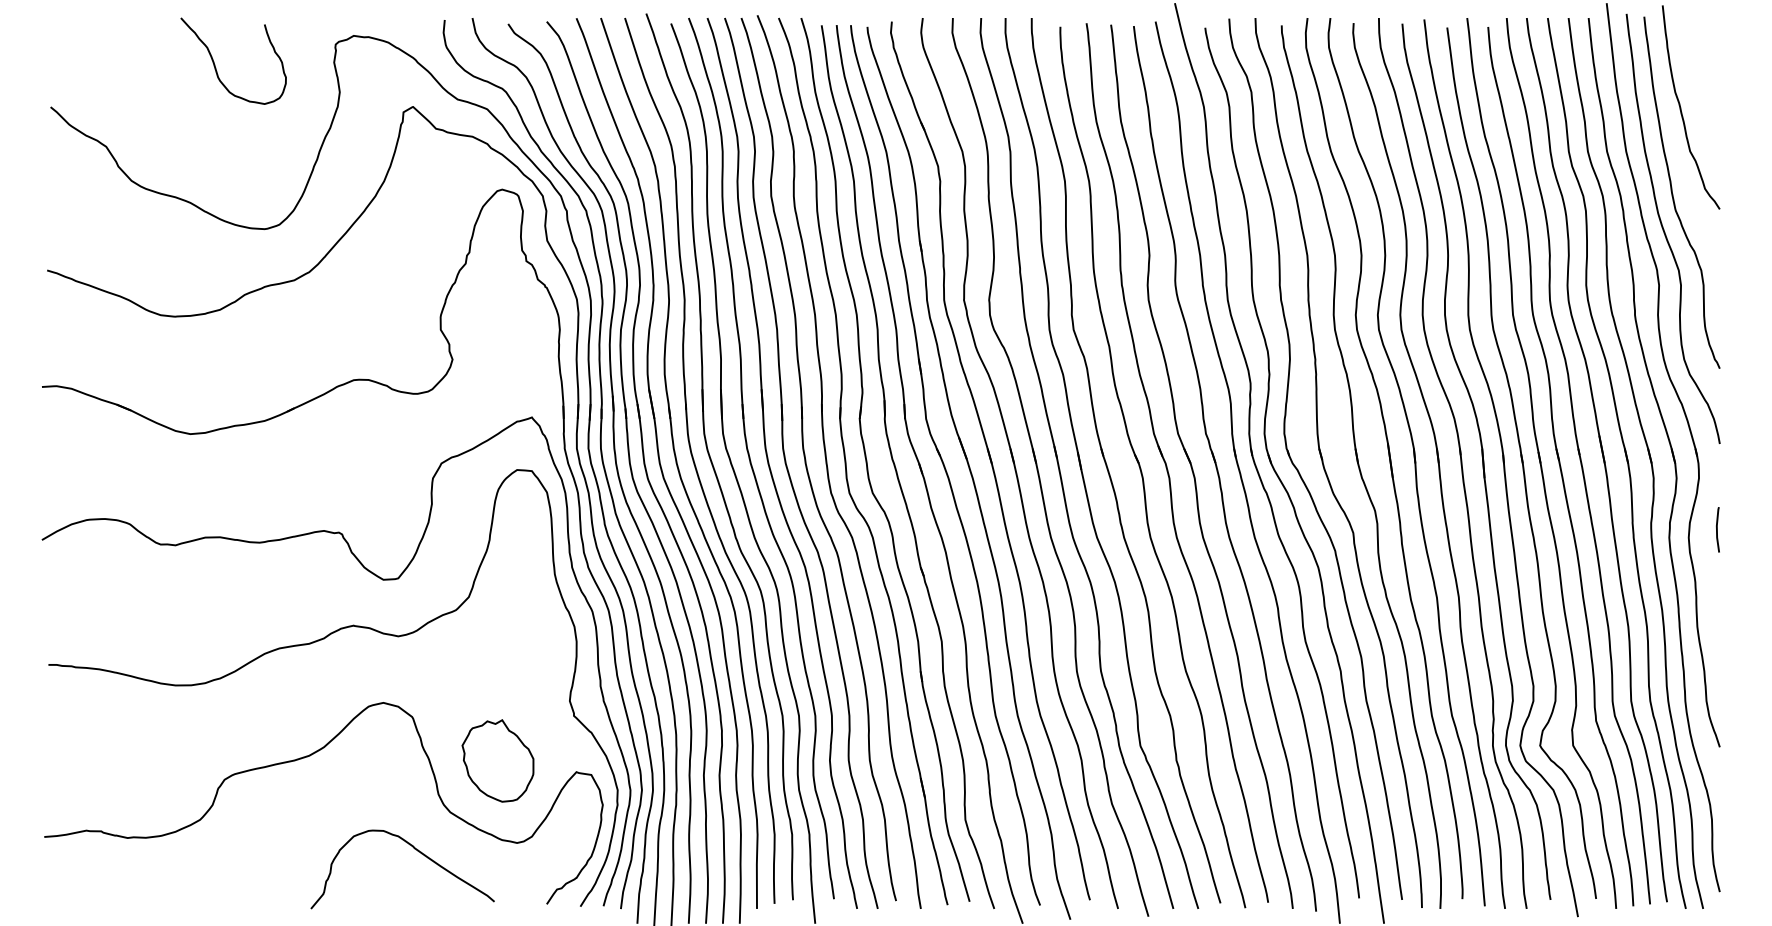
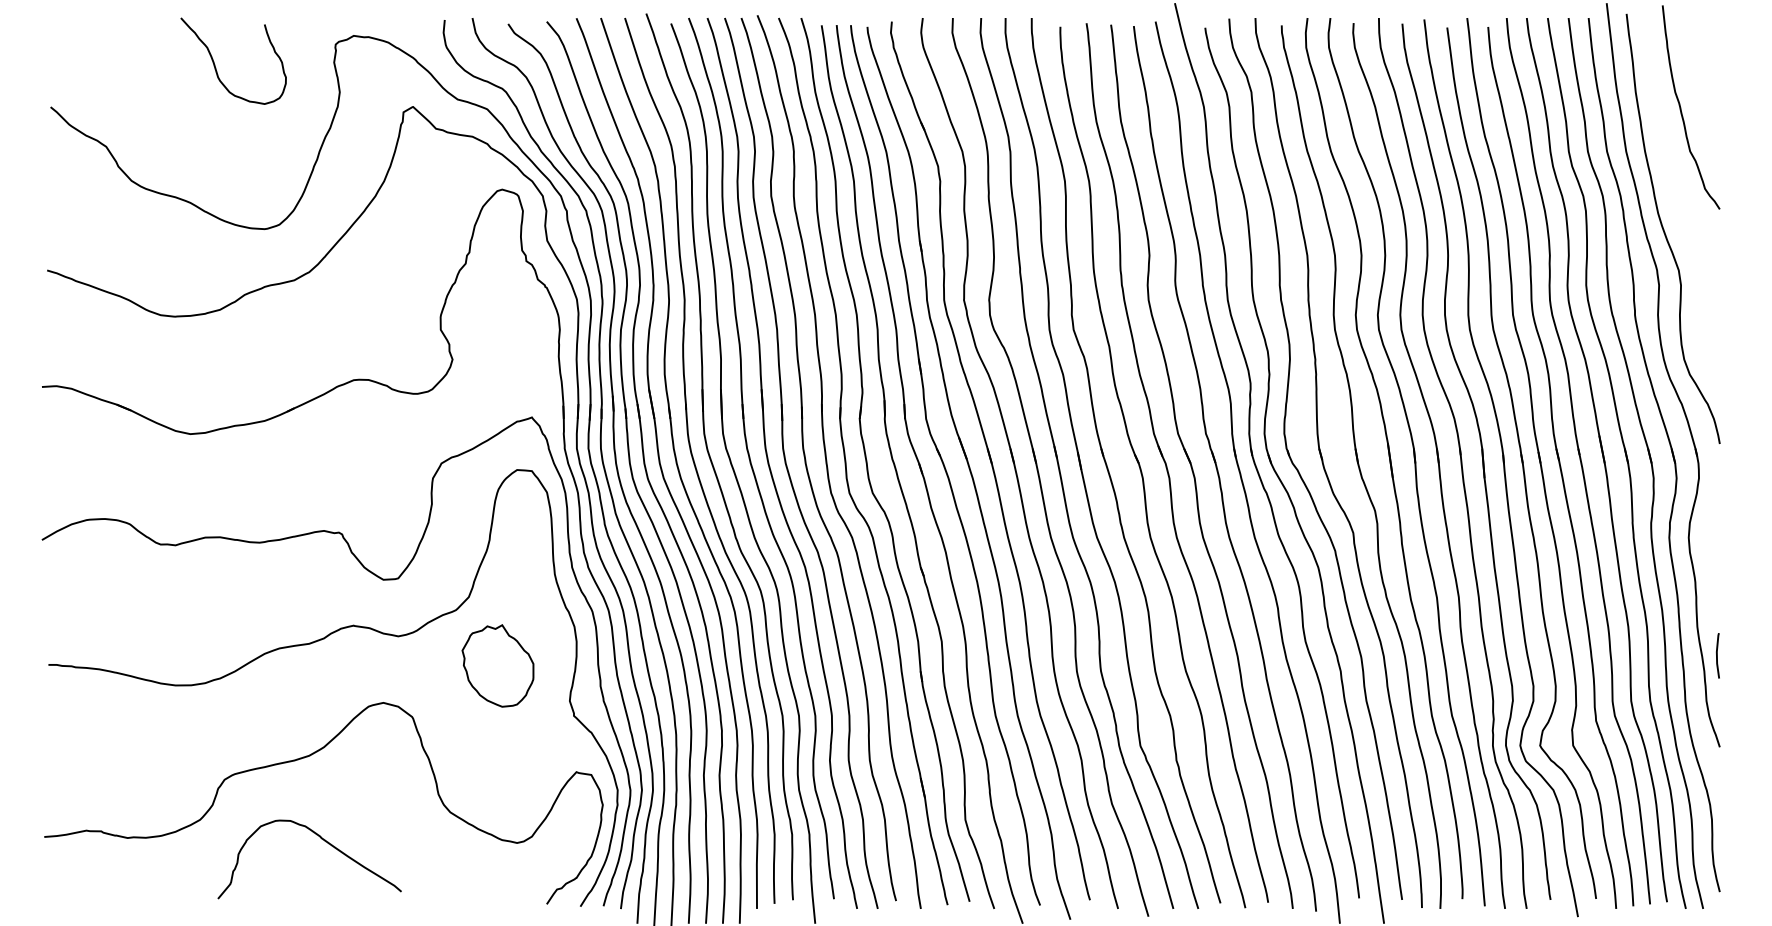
curve at (1673, 194): present -> none
line at (1717, 529) position: (1717, 529) -> (1717, 655)
part at (497, 760) position: (497, 760) -> (497, 665)
curve at (414, 849) position: (414, 849) -> (321, 839)
